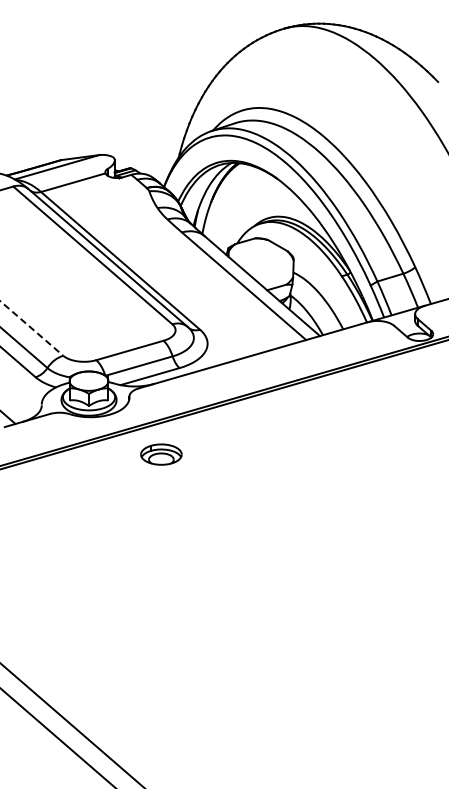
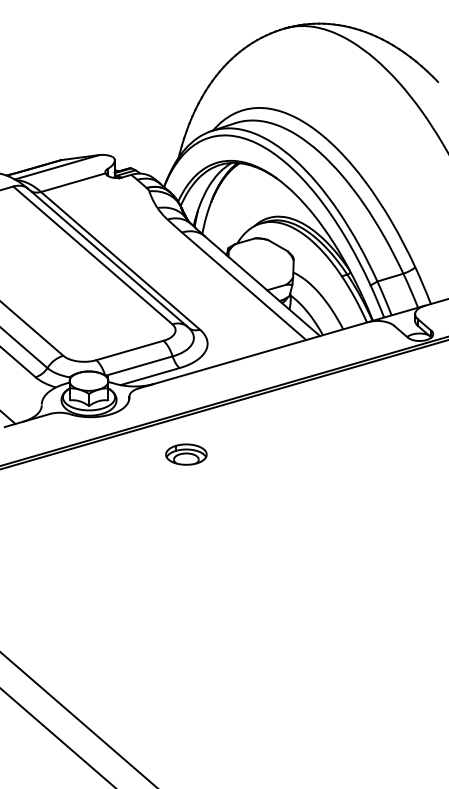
line at (31, 328): dashed -> solid
part at (161, 454) position: (161, 454) -> (186, 454)
line at (72, 724) position: (72, 724) -> (78, 719)
